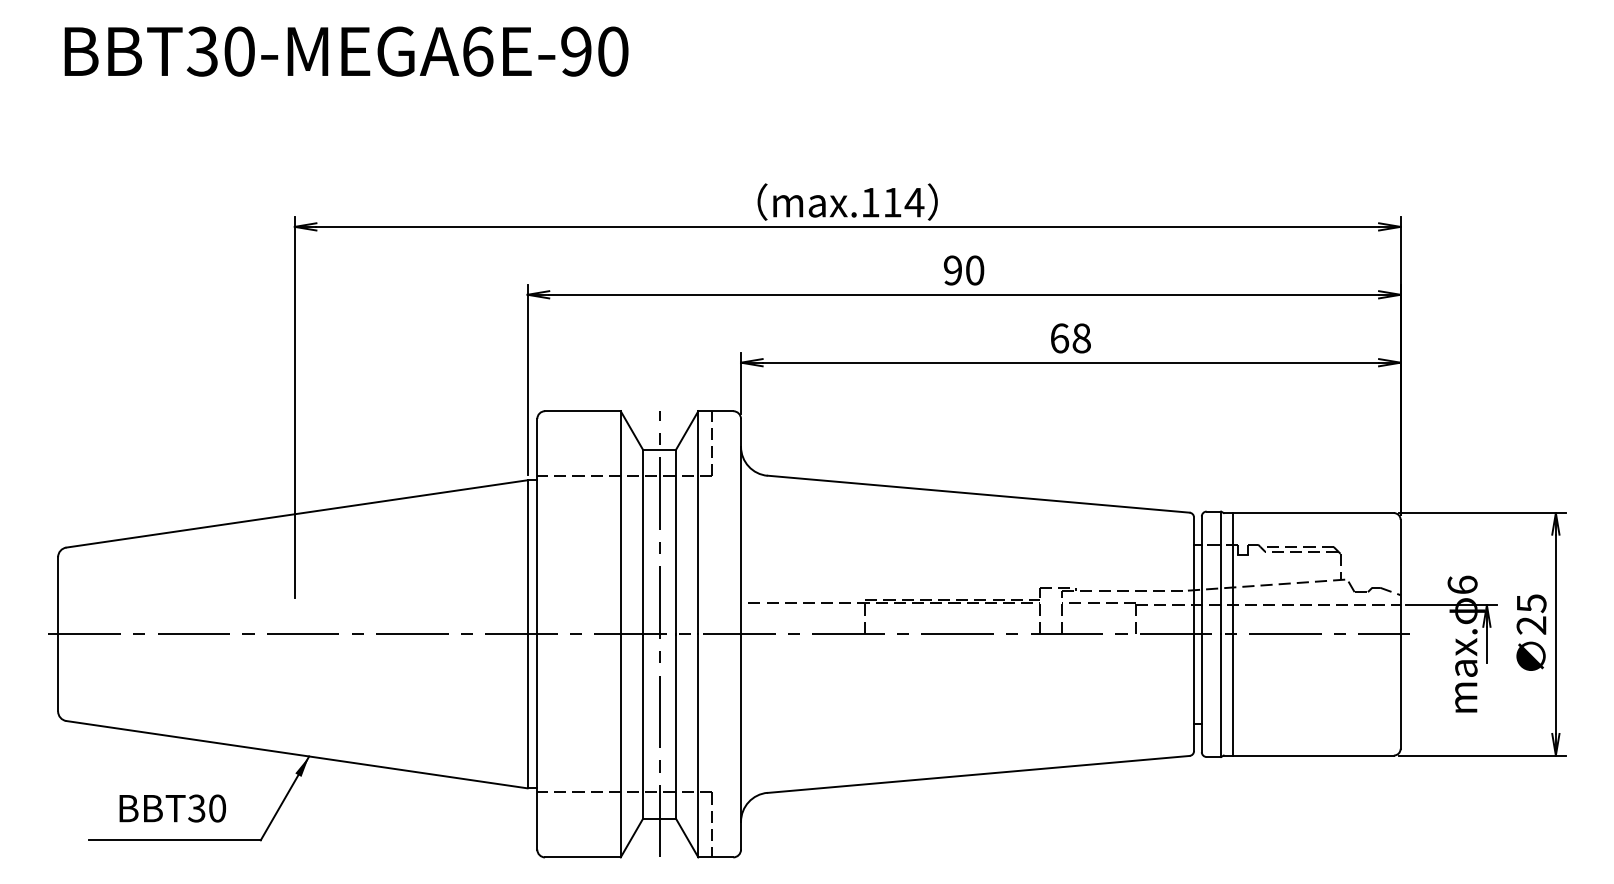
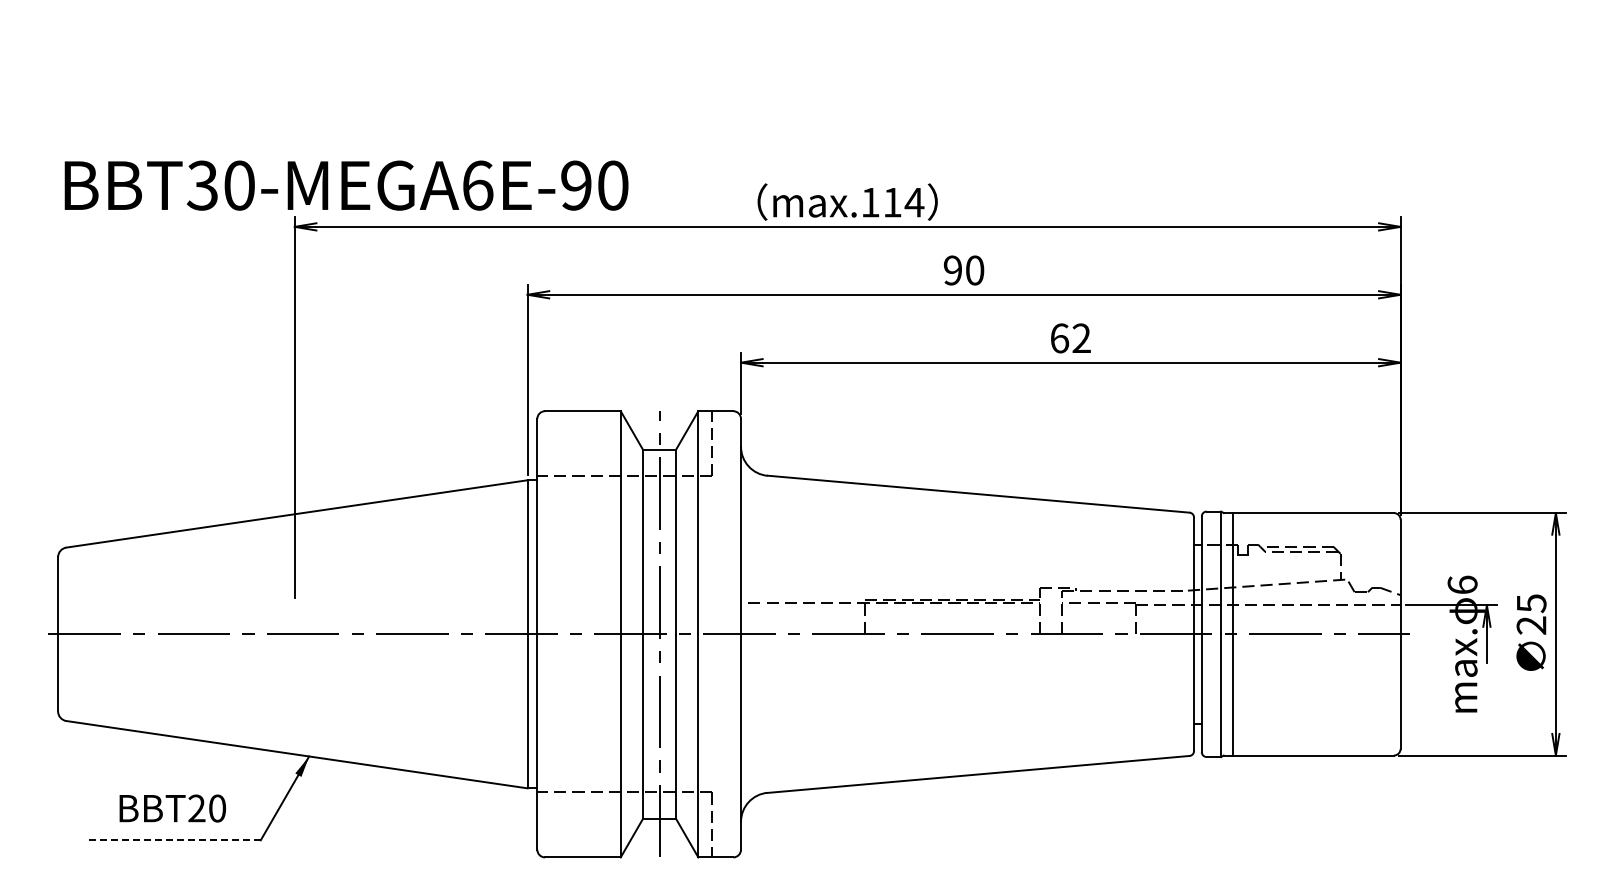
text at (346, 51) position: (346, 51) -> (346, 185)
text at (1081, 338): 68 -> 62
text at (196, 808): BBT30 -> BBT20
line at (174, 840): solid -> dashed
